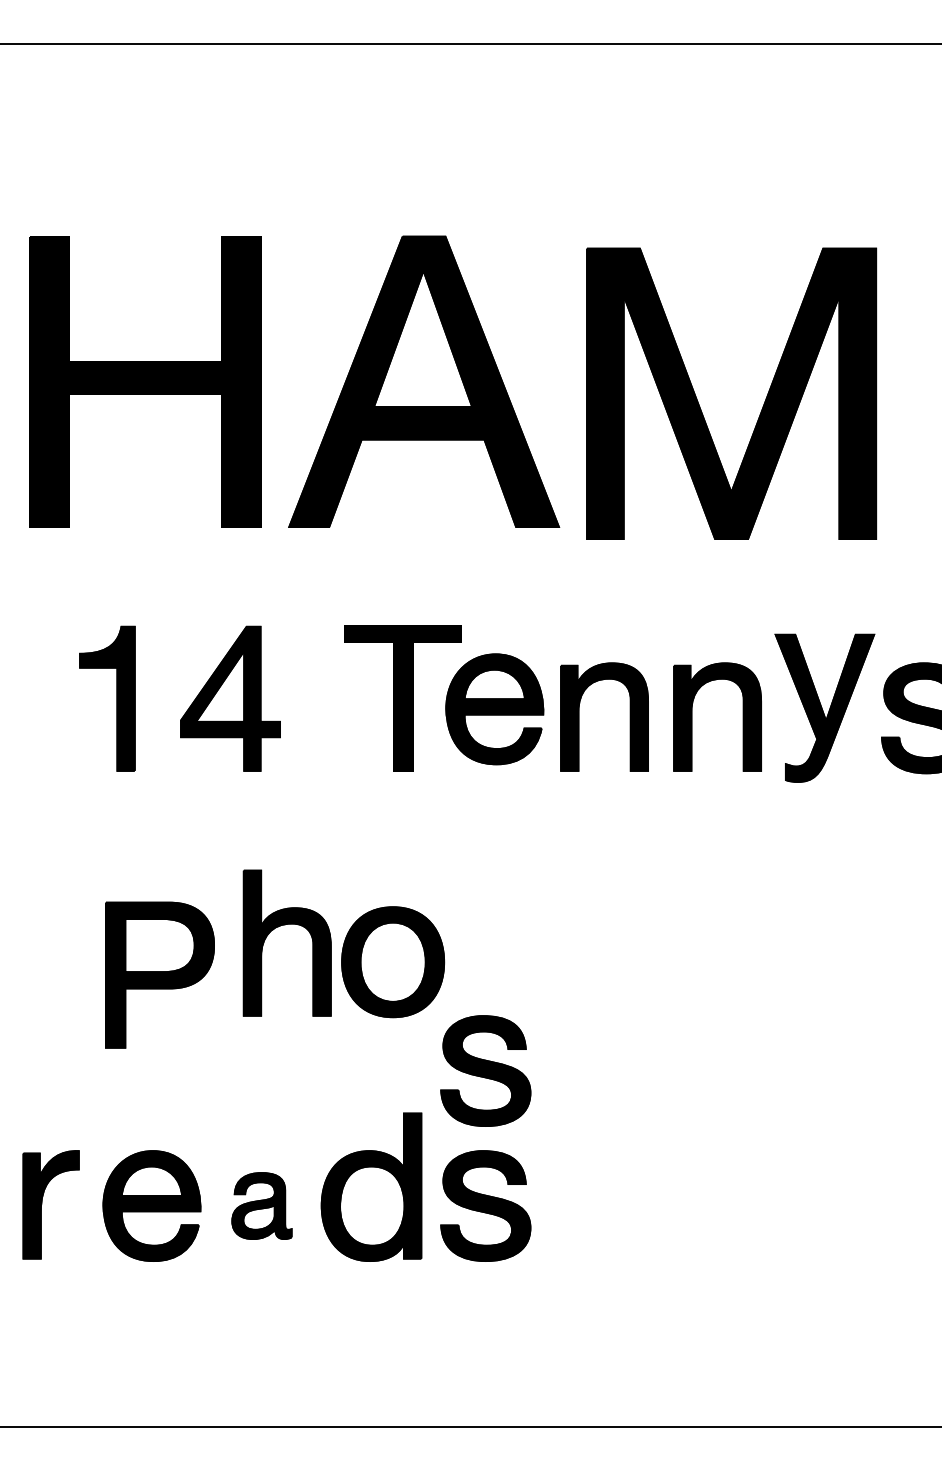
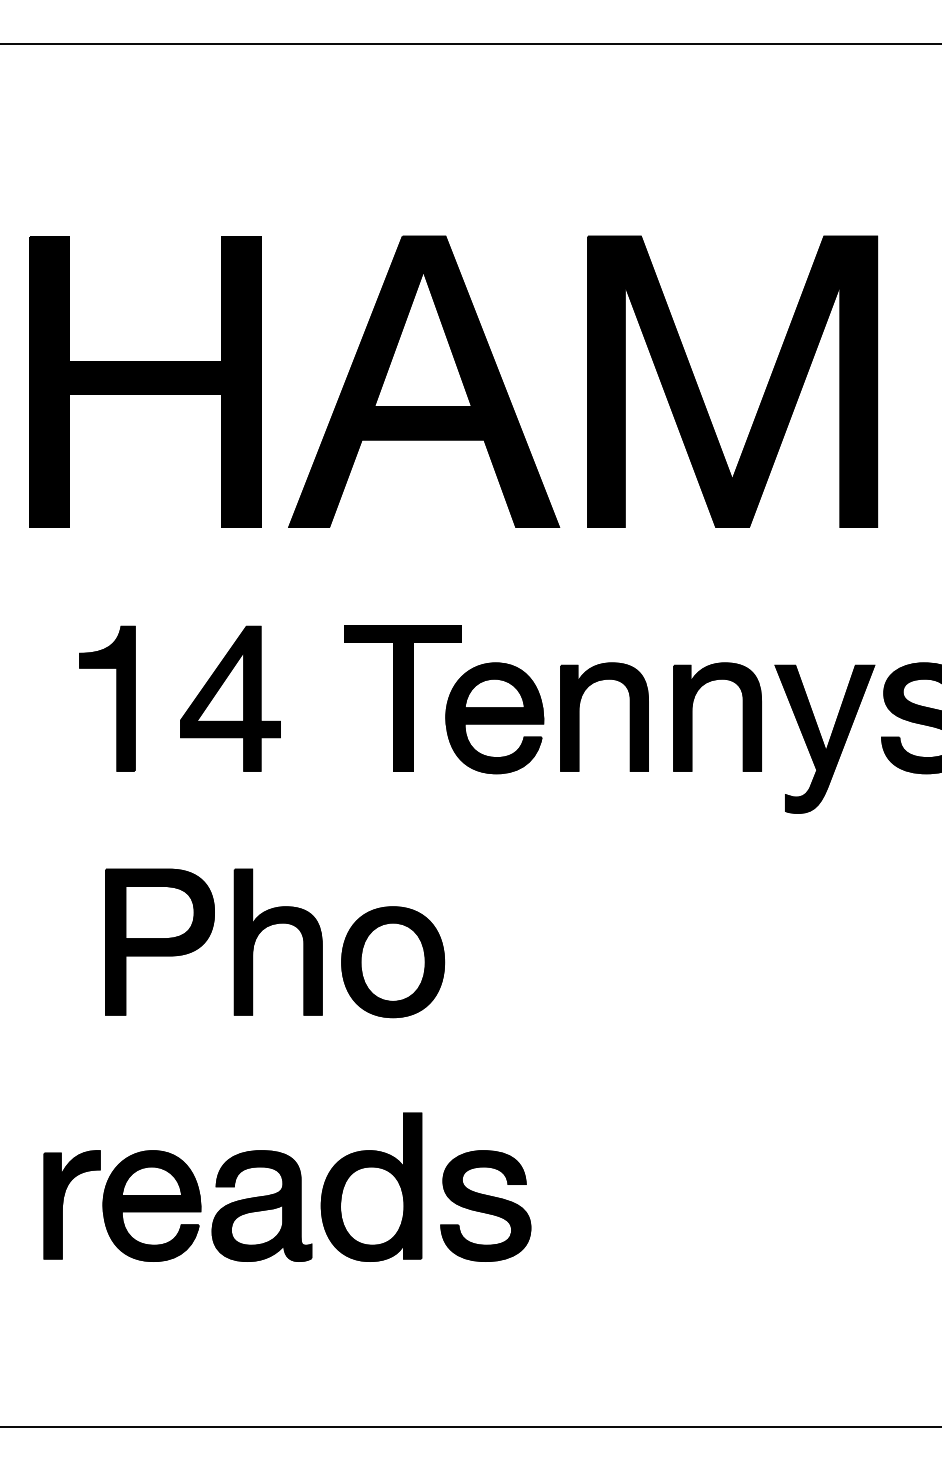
part at (763, 403) position: (763, 403) -> (764, 391)
part at (824, 707) position: (824, 707) -> (824, 738)
part at (494, 709) position: (494, 709) -> (494, 718)
part at (278, 927) position: (278, 927) -> (269, 926)
part at (159, 974) position: (159, 974) -> (159, 941)
part at (485, 1070): present -> none
part at (42, 1204) position: (42, 1204) -> (63, 1204)
part at (261, 1205) size: 62x68 px -> 102x112 px
